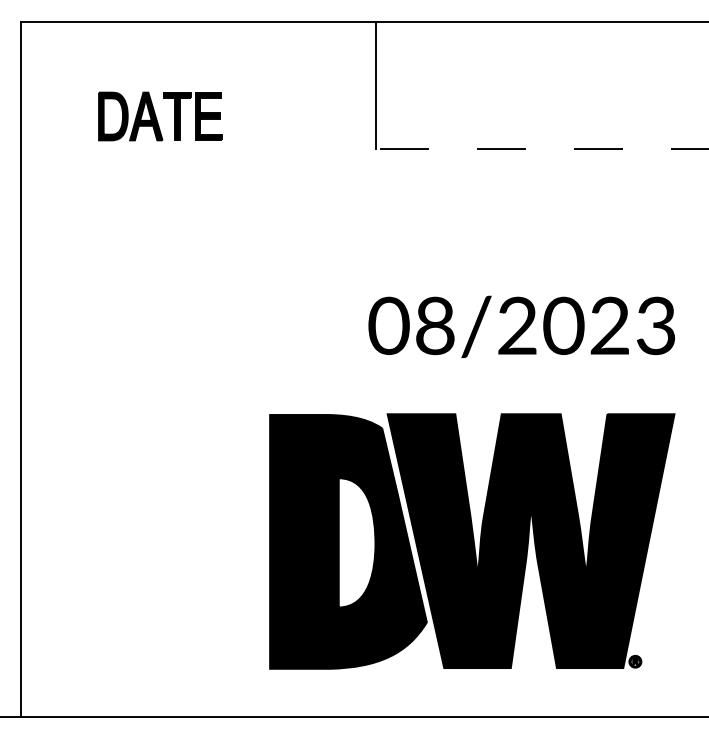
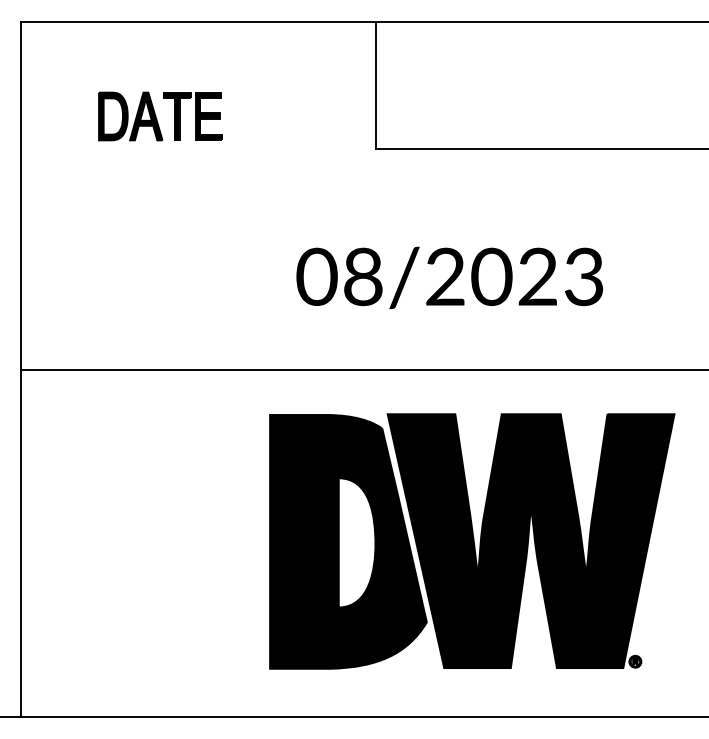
line at (541, 148): dashed -> solid
text at (521, 326) position: (521, 326) -> (449, 277)
line at (363, 369): none -> present
